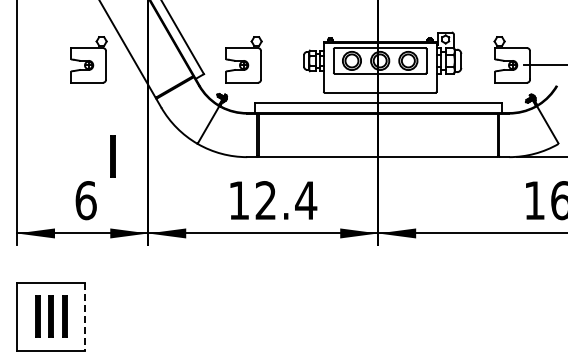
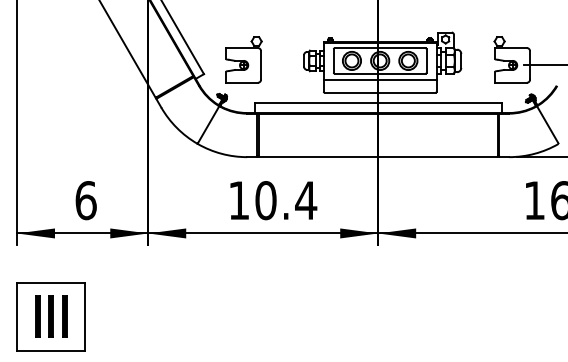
part at (88, 59): present -> none
line at (379, 79): none -> present
part at (112, 156): present -> none
text at (265, 200): 12.4 -> 10.4
line at (85, 317): dashed -> solid
